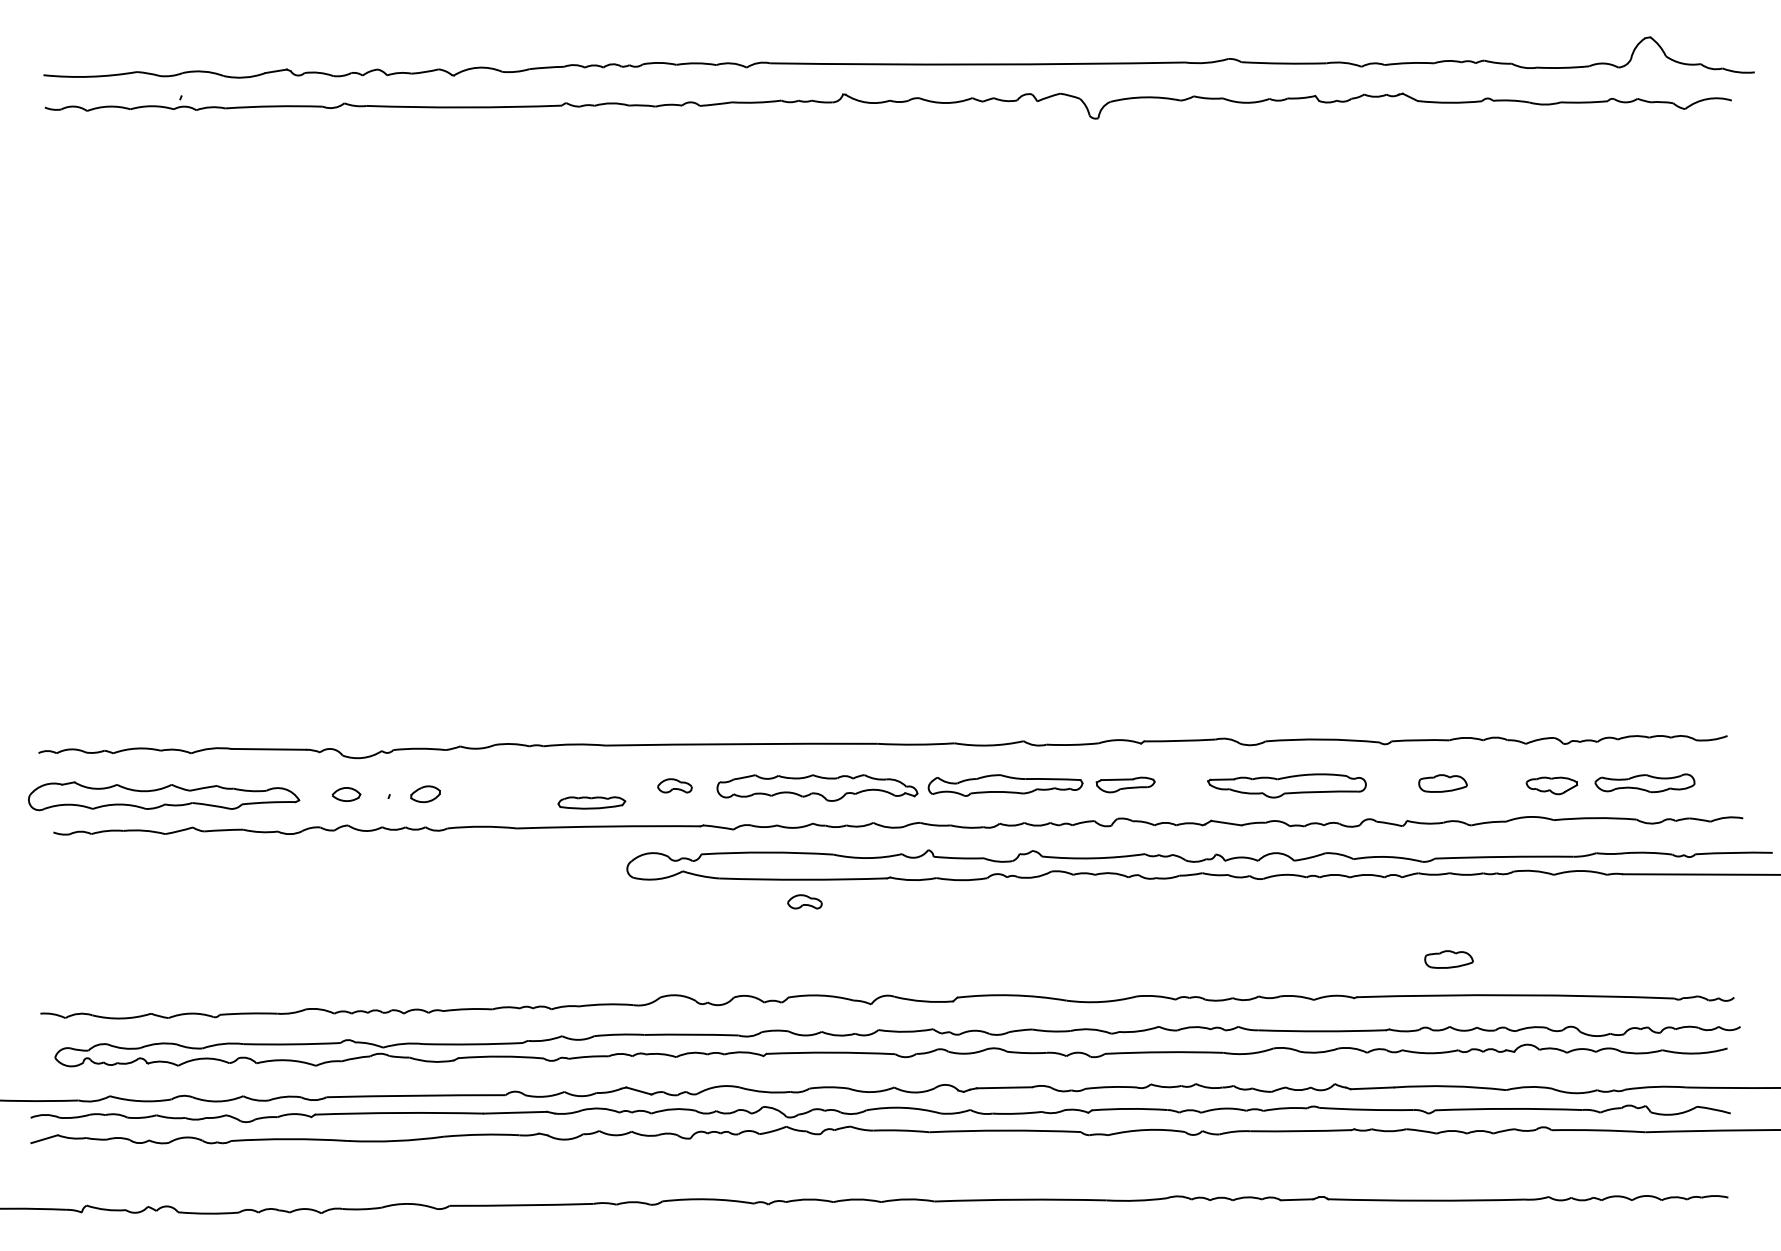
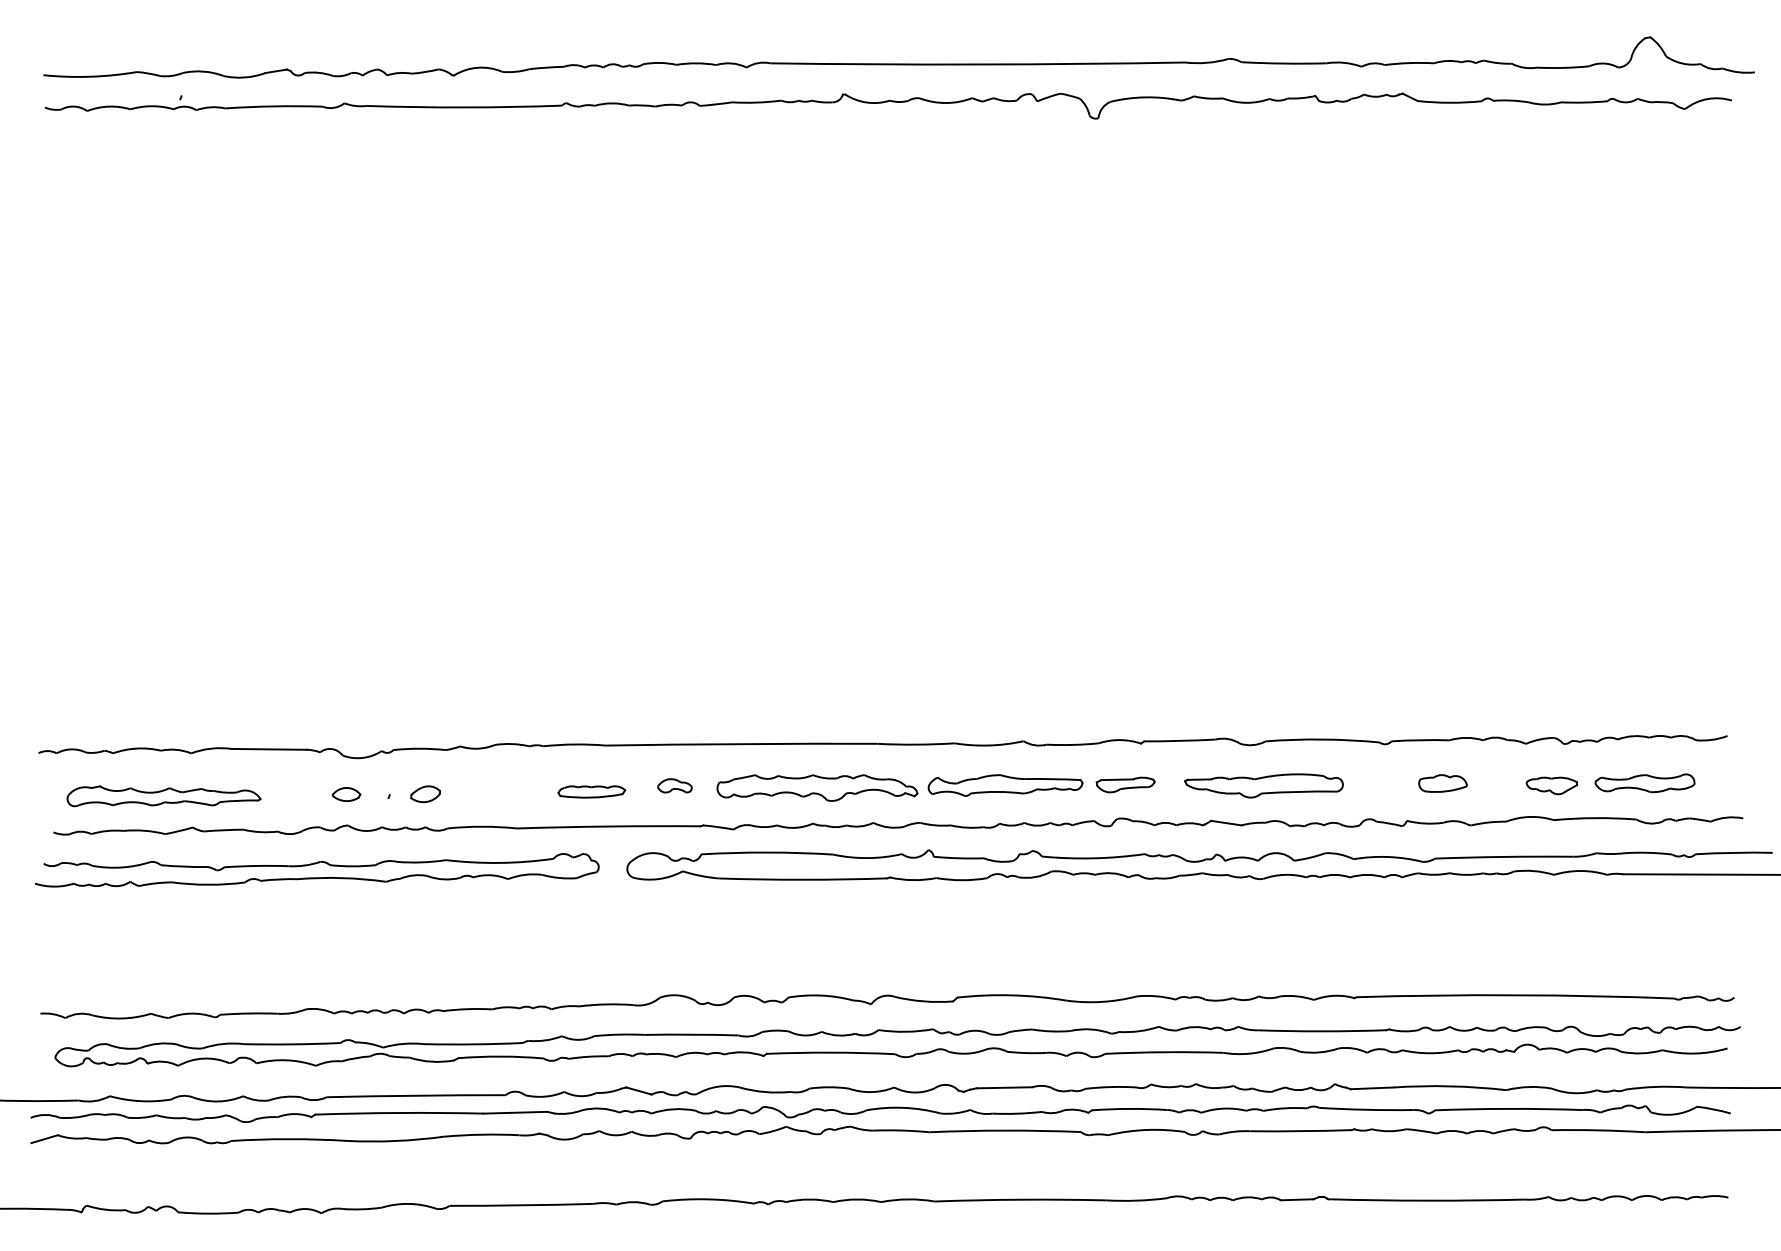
part at (1286, 785) position: (1286, 785) -> (1263, 785)
part at (164, 796) size: 273x31 px -> 196x23 px
part at (591, 802) position: (591, 802) -> (591, 791)
part at (315, 864): none -> present
part at (804, 901): present -> none
part at (1448, 959): present -> none
